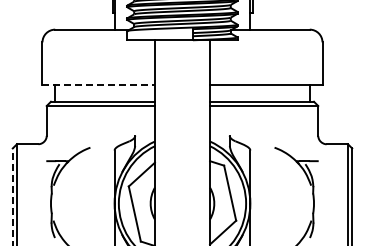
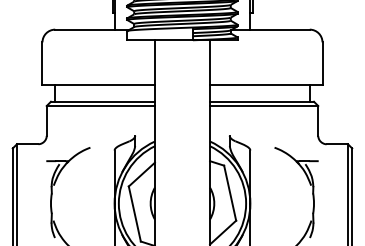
line at (99, 84): dashed -> solid
line at (12, 197): dashed -> solid
